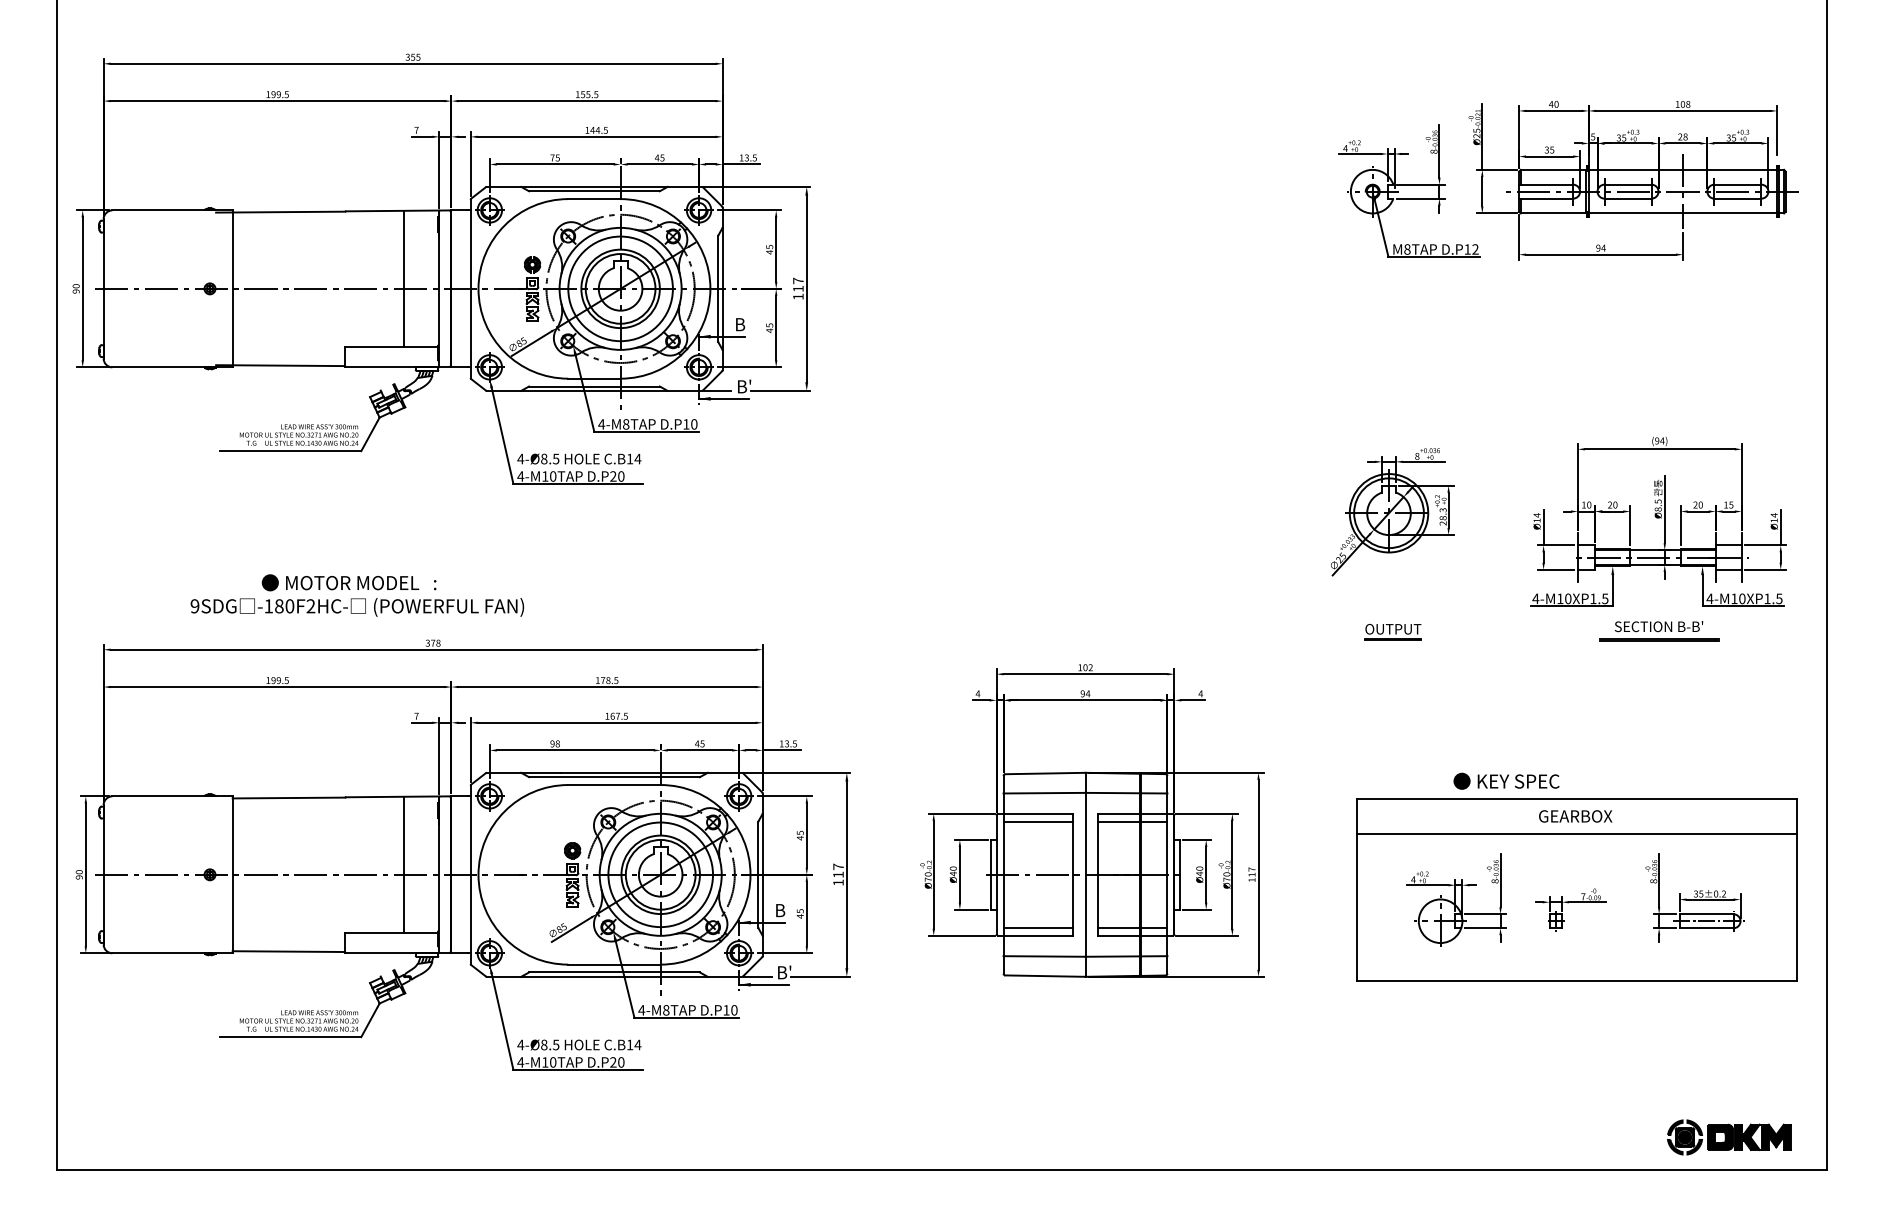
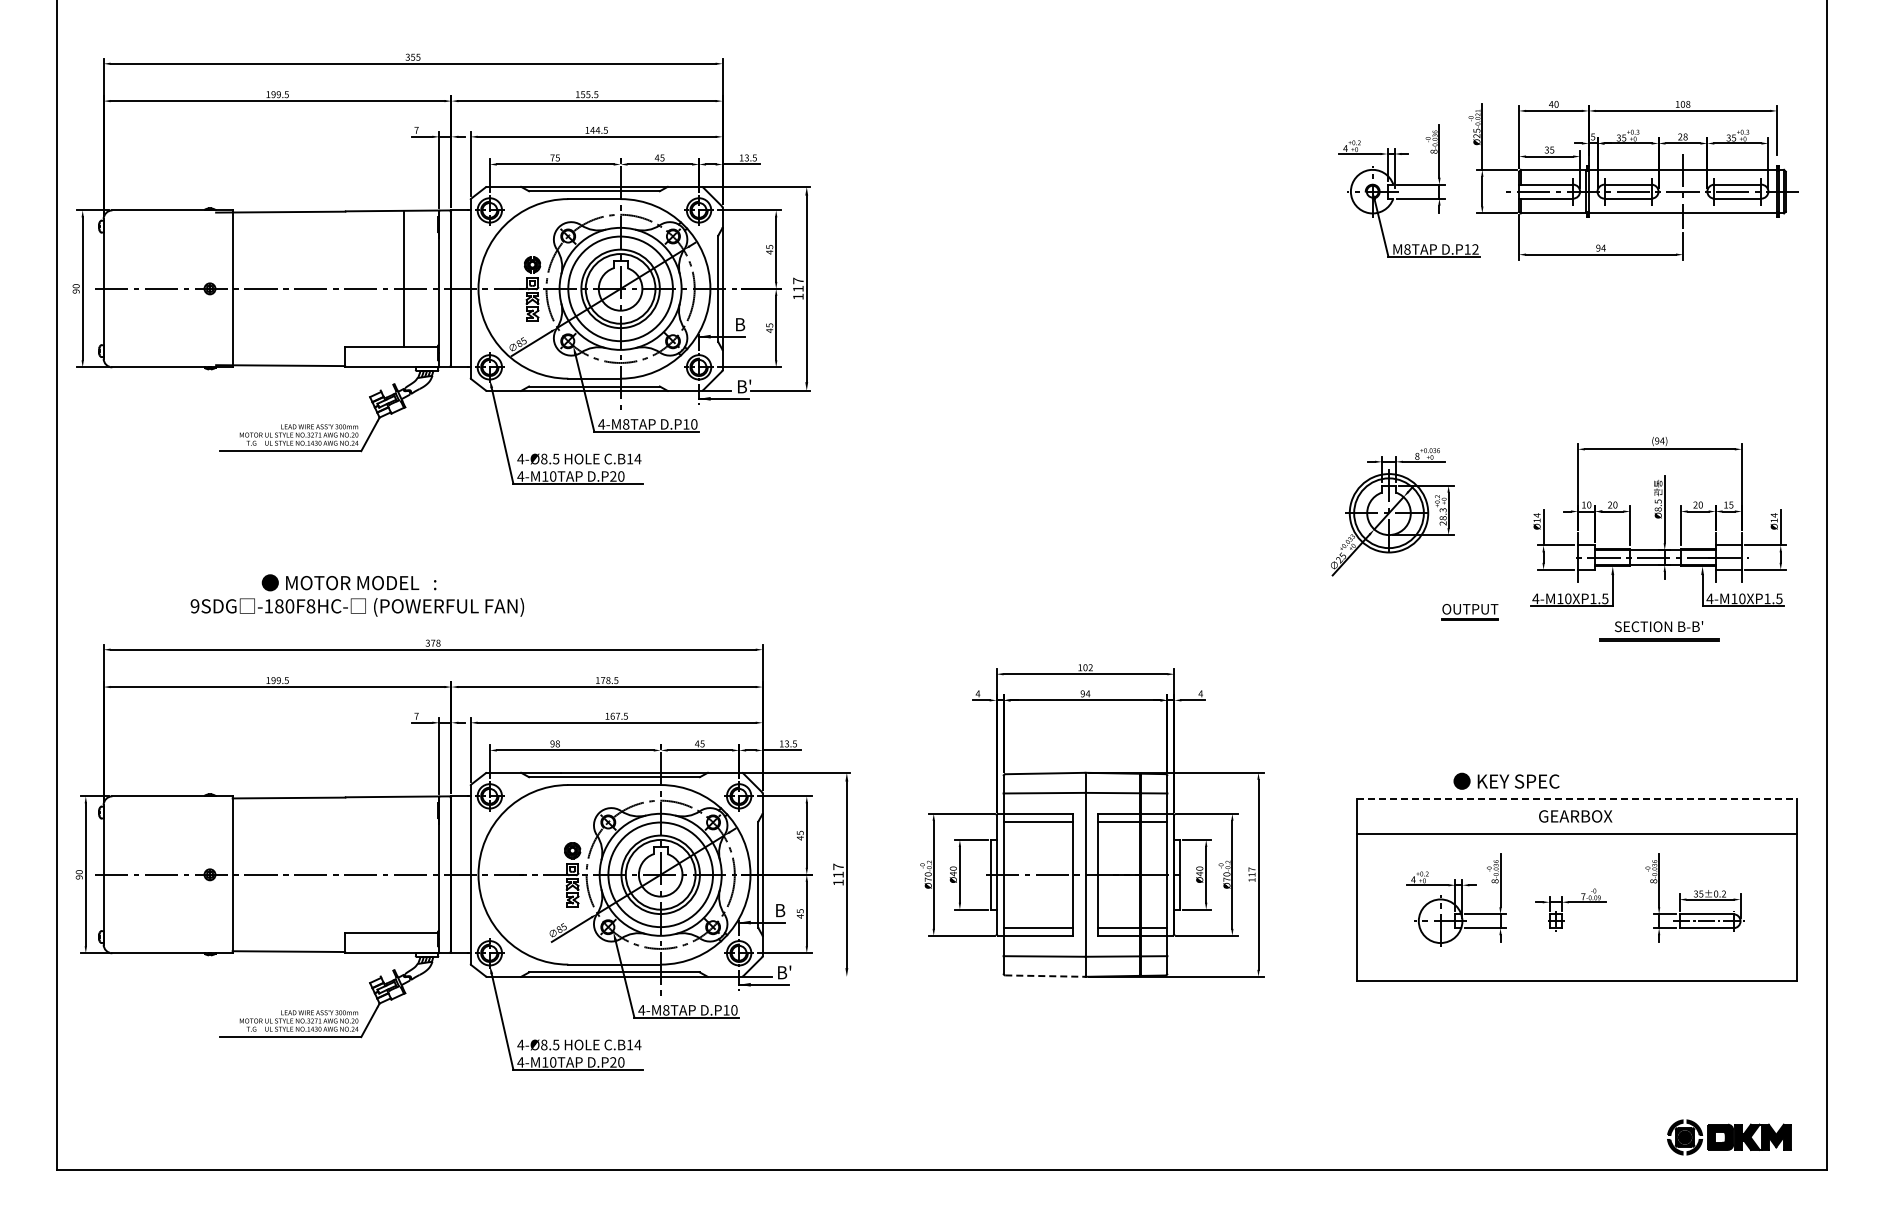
text at (310, 606): -180F2HC- -> -180F8HC-
part at (1392, 632) position: (1392, 632) -> (1469, 612)
line at (1577, 799): solid -> dashed
line at (403, 864): present -> none
line at (820, 976): present -> none
line at (1045, 976): solid -> dashed
